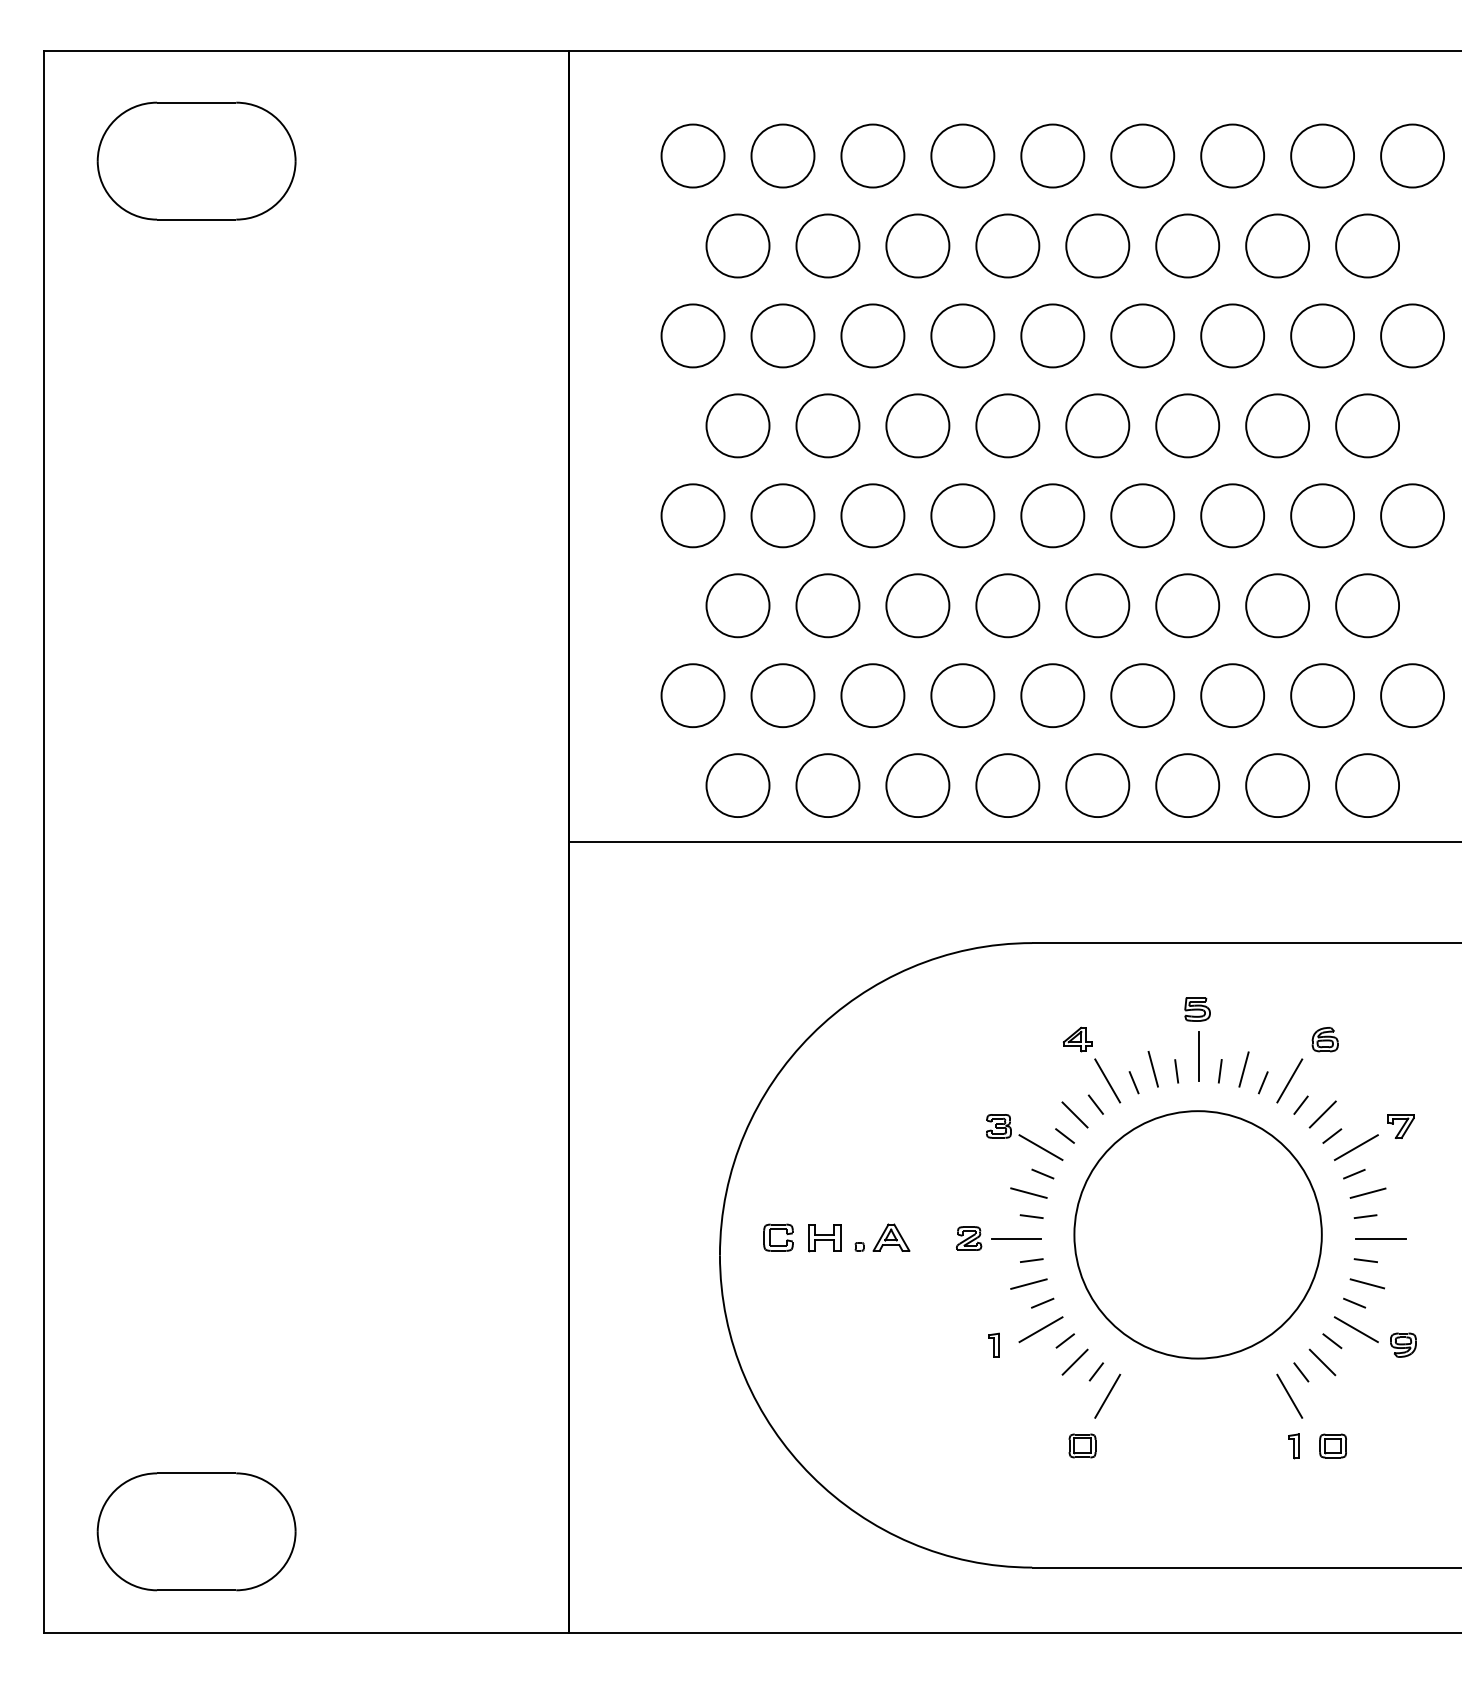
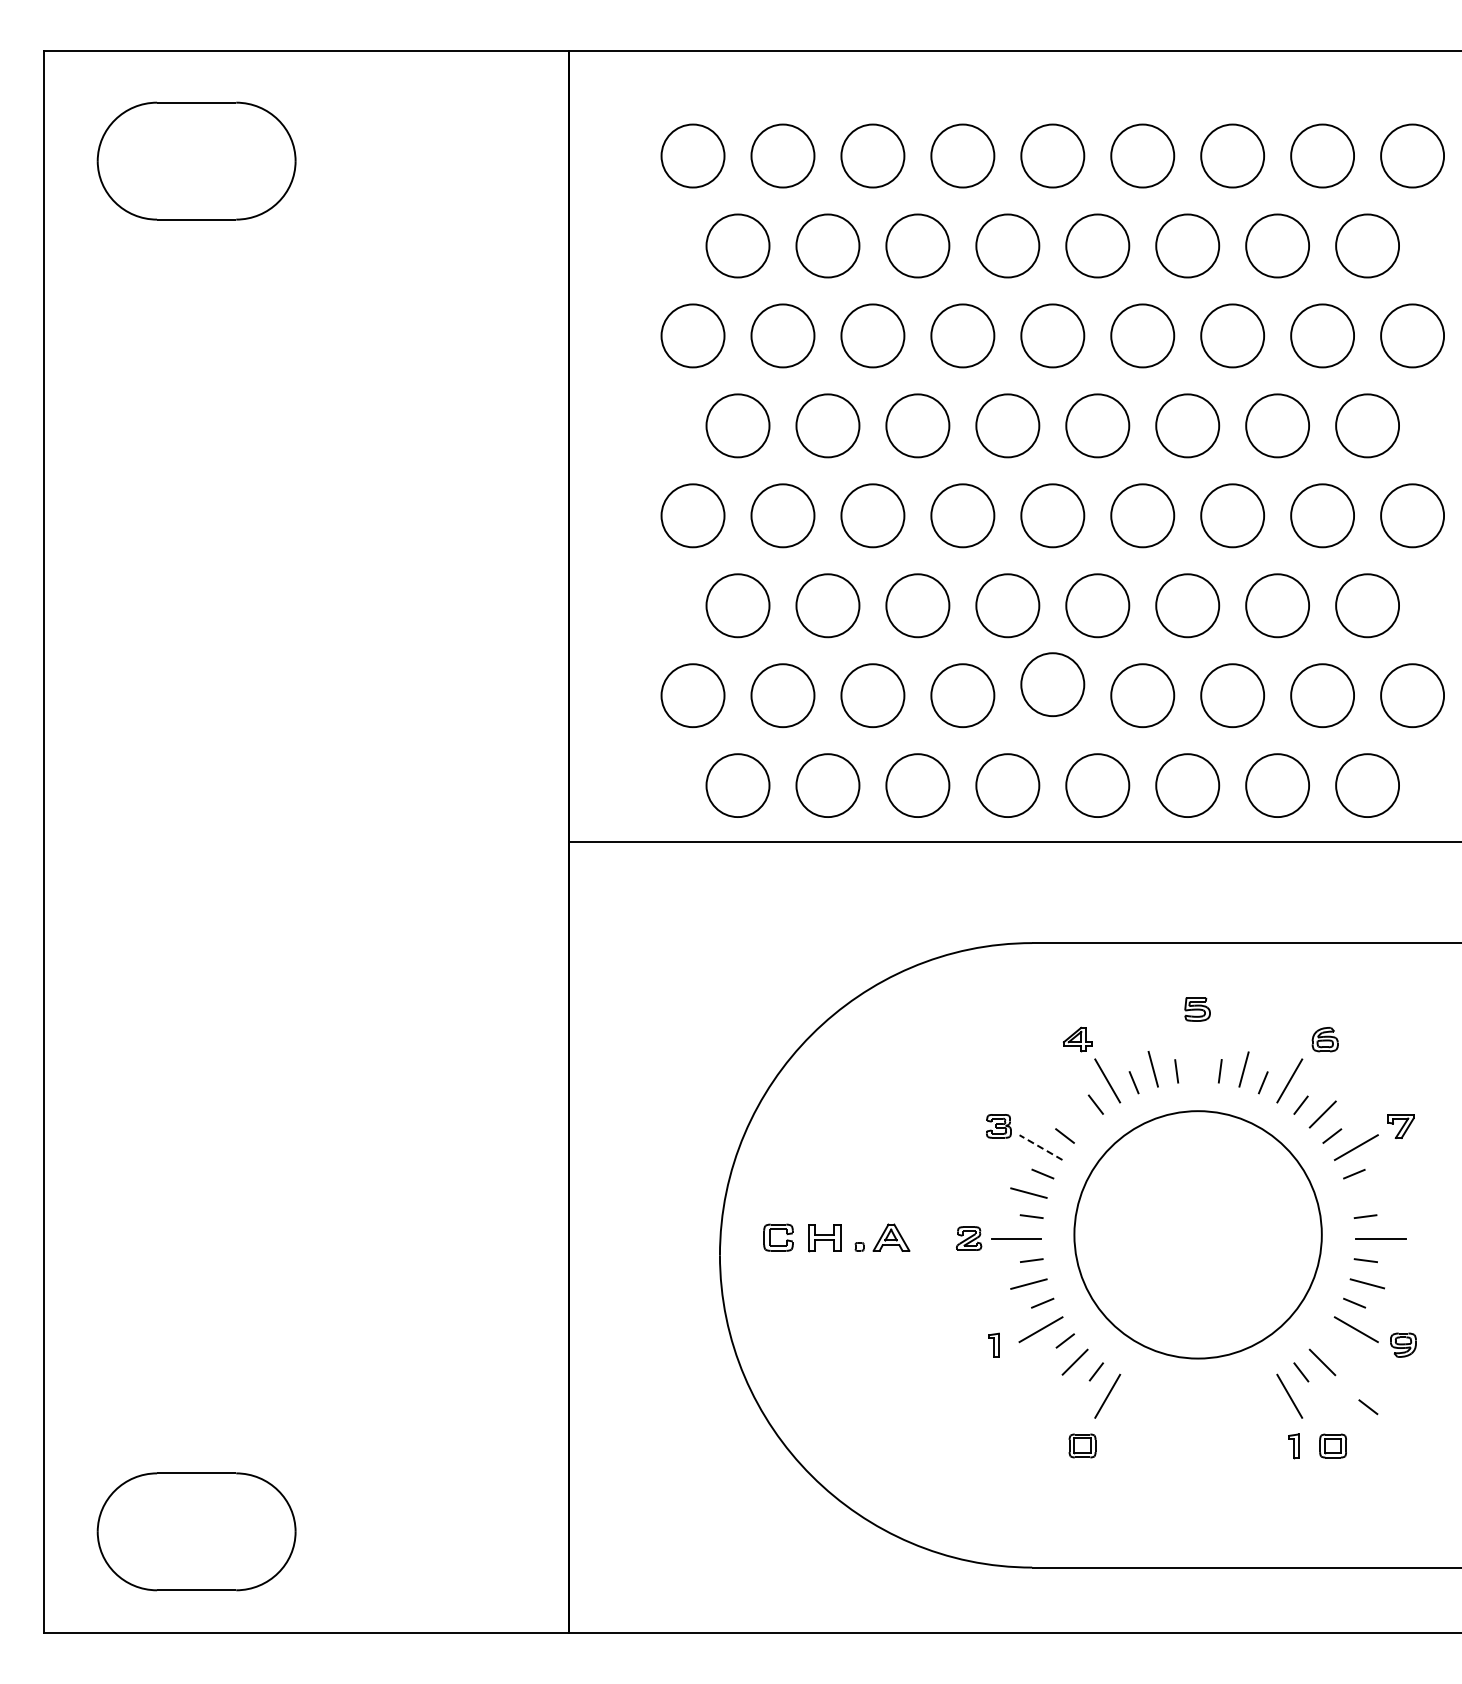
part at (1052, 695) position: (1052, 695) -> (1052, 684)
line at (1198, 1056): present -> none
line at (1074, 1114): present -> none
line at (1041, 1147): solid -> dashed
line at (1367, 1192): present -> none
line at (1332, 1341) position: (1332, 1341) -> (1368, 1407)
